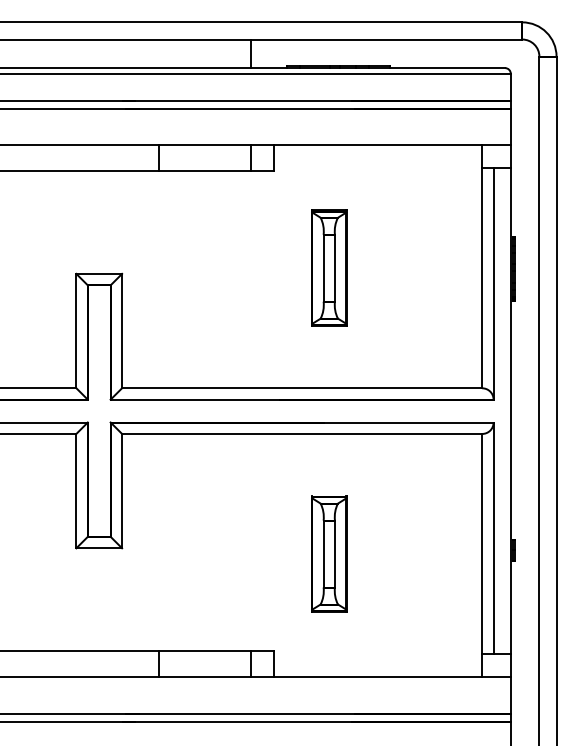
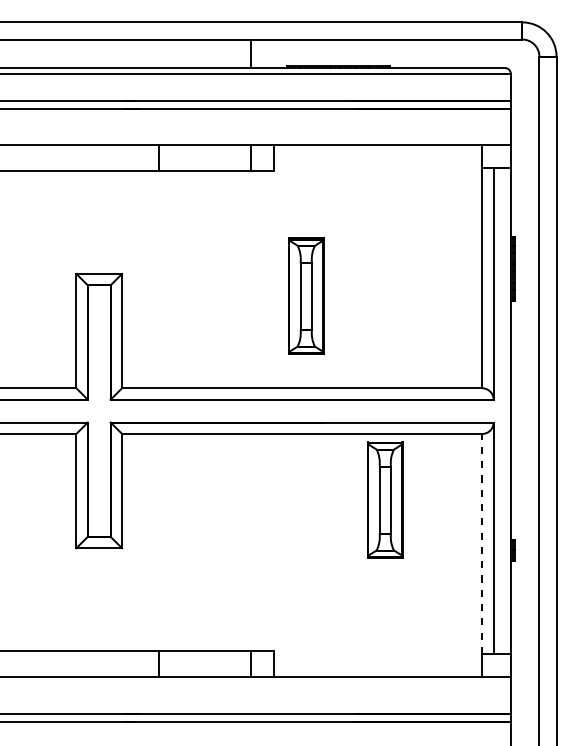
part at (329, 267) position: (329, 267) -> (306, 295)
line at (482, 543): solid -> dashed
part at (329, 553) position: (329, 553) -> (385, 499)
